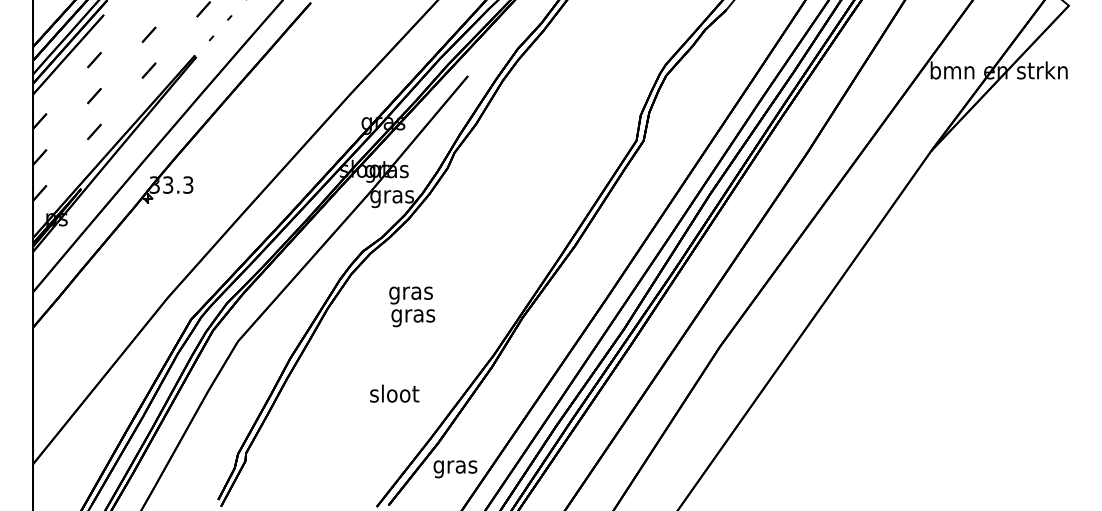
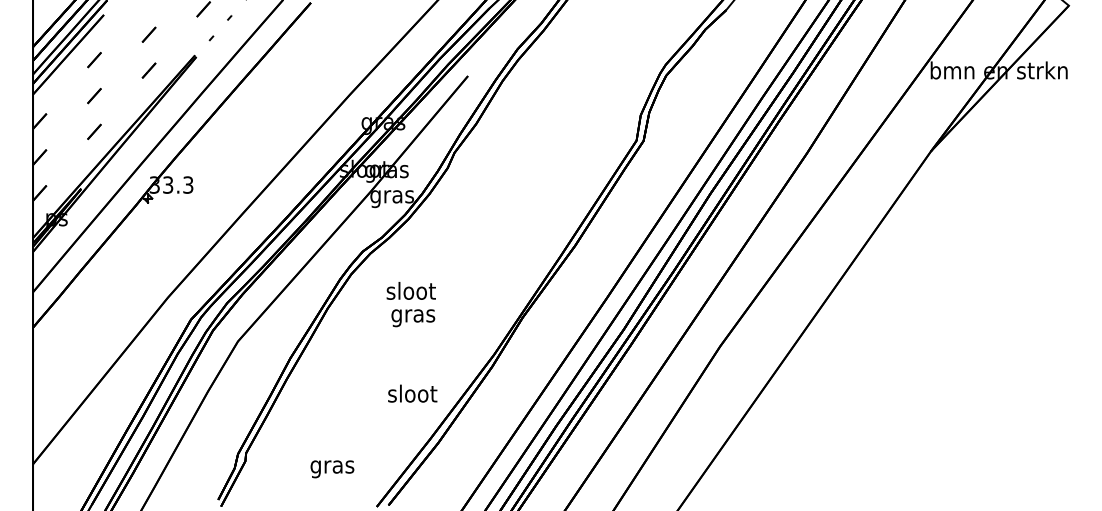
text at (410, 292): gras -> sloot
text at (394, 393) position: (394, 393) -> (412, 393)
text at (455, 469) position: (455, 469) -> (332, 469)
